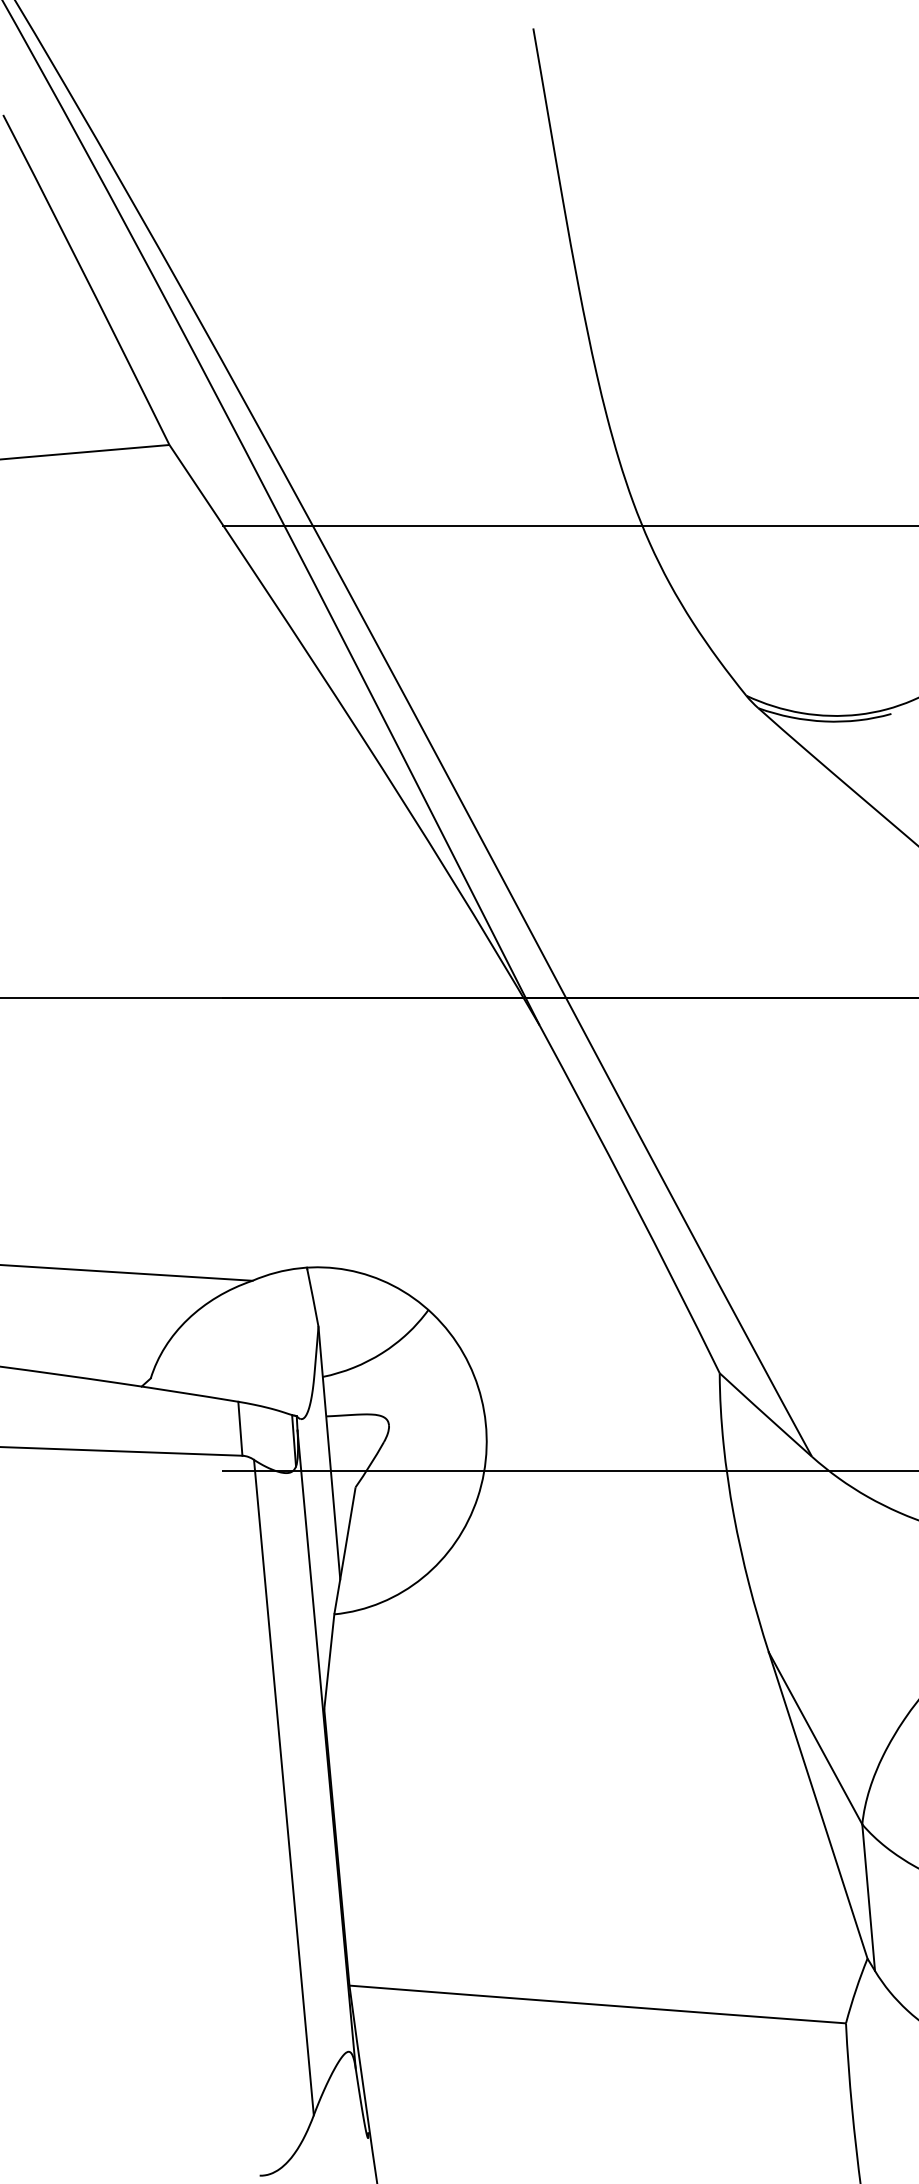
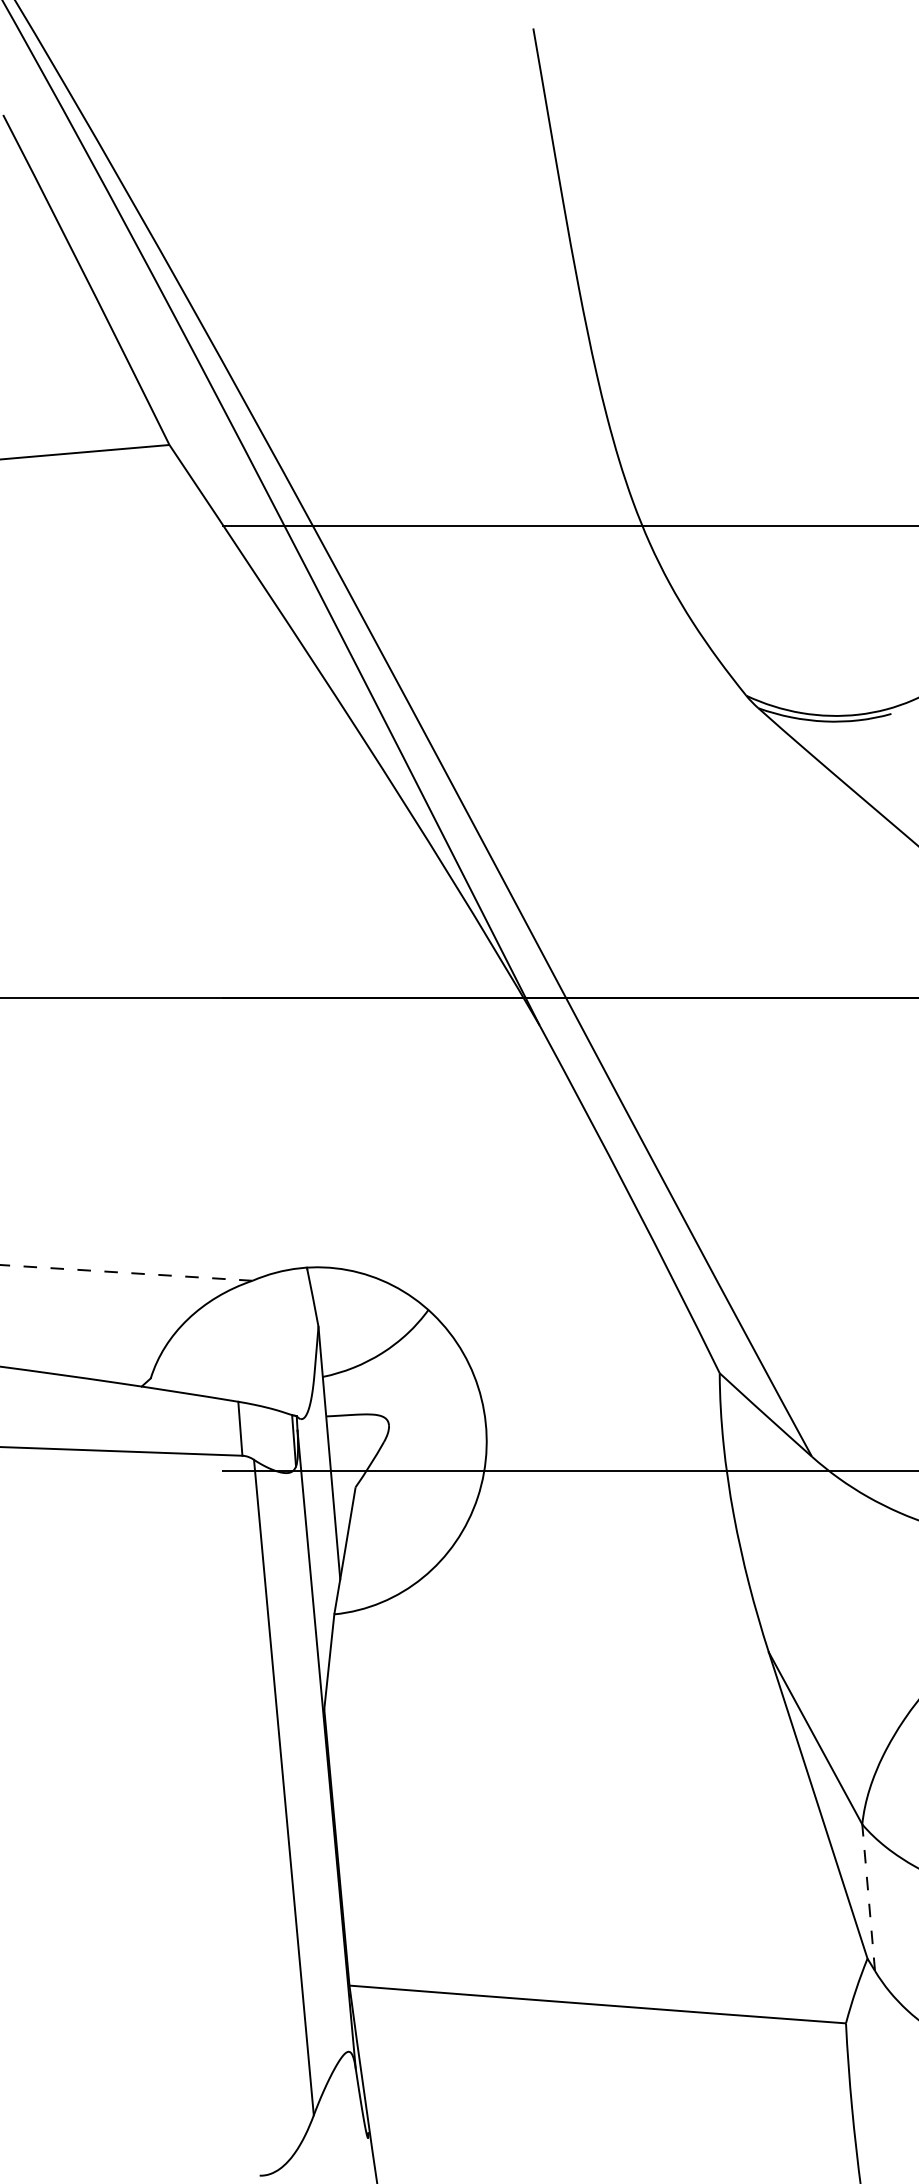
line at (125, 1272): solid -> dashed
line at (868, 1897): solid -> dashed
